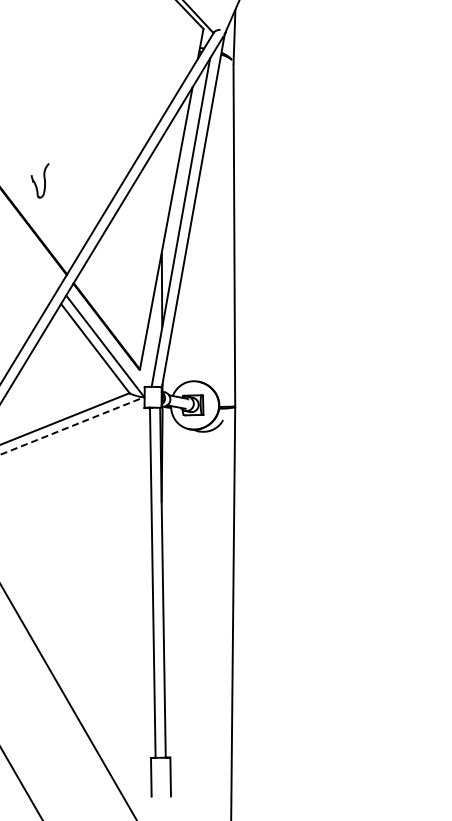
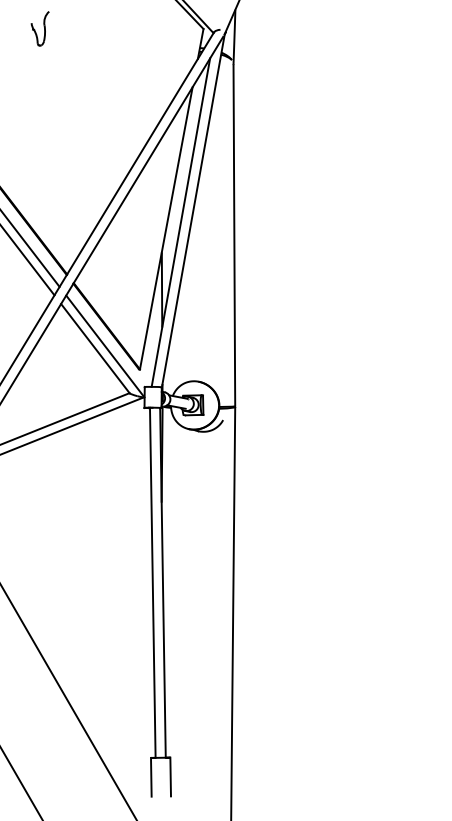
part at (39, 180) position: (39, 180) -> (39, 28)
line at (30, 249): none -> present
line at (28, 261): none -> present
line at (72, 425): dashed -> solid
